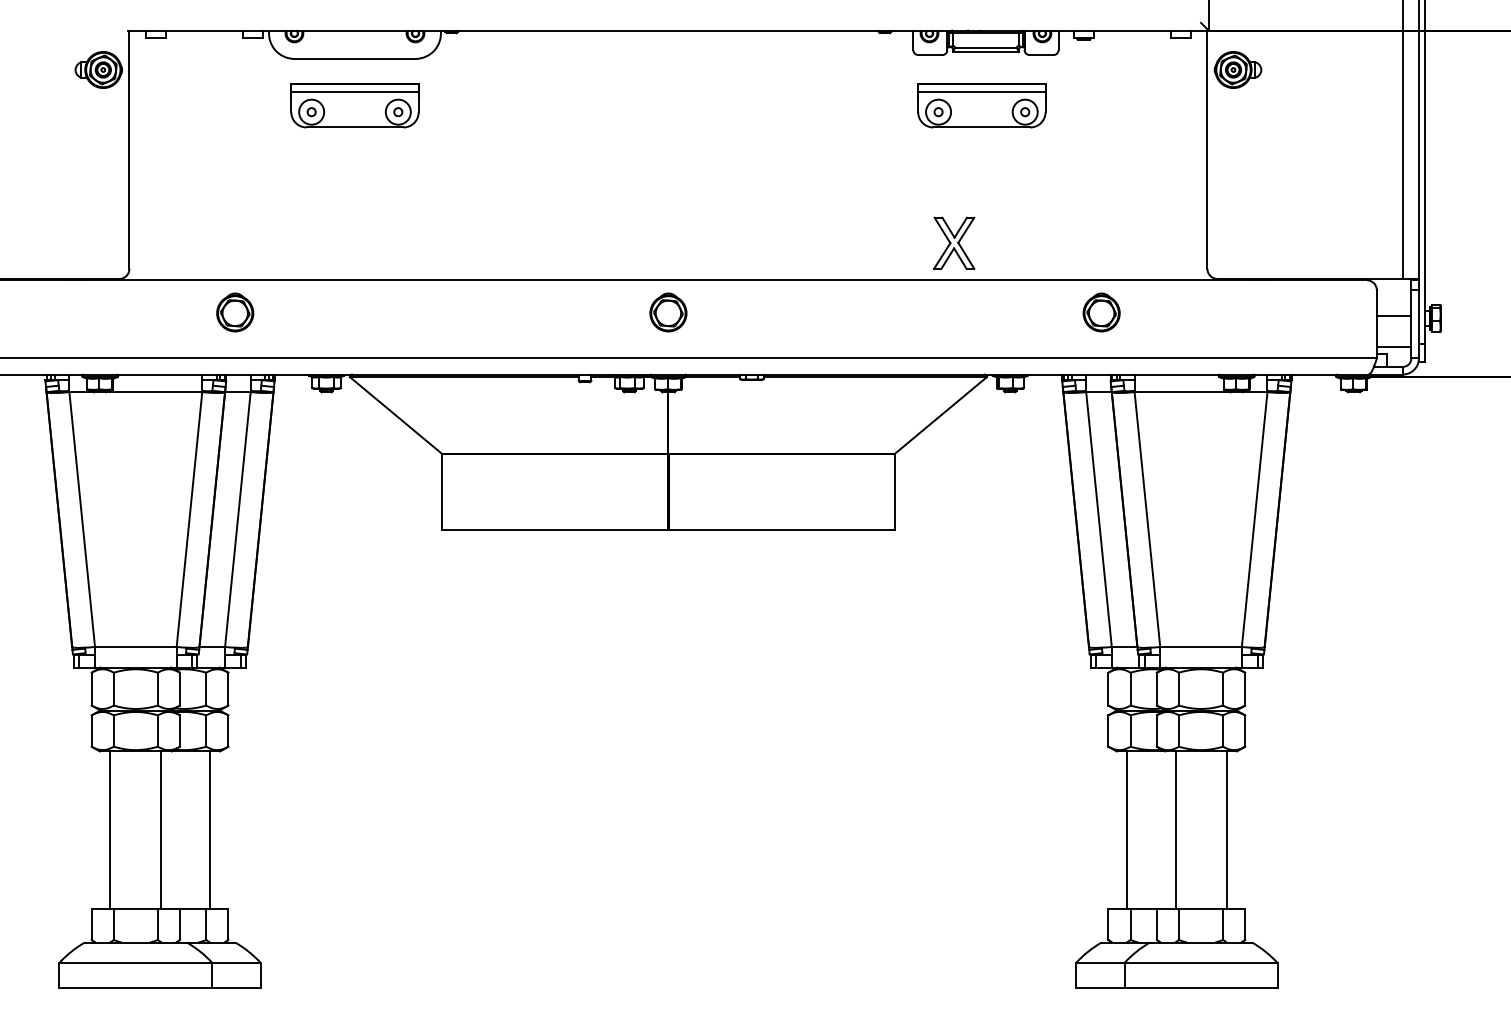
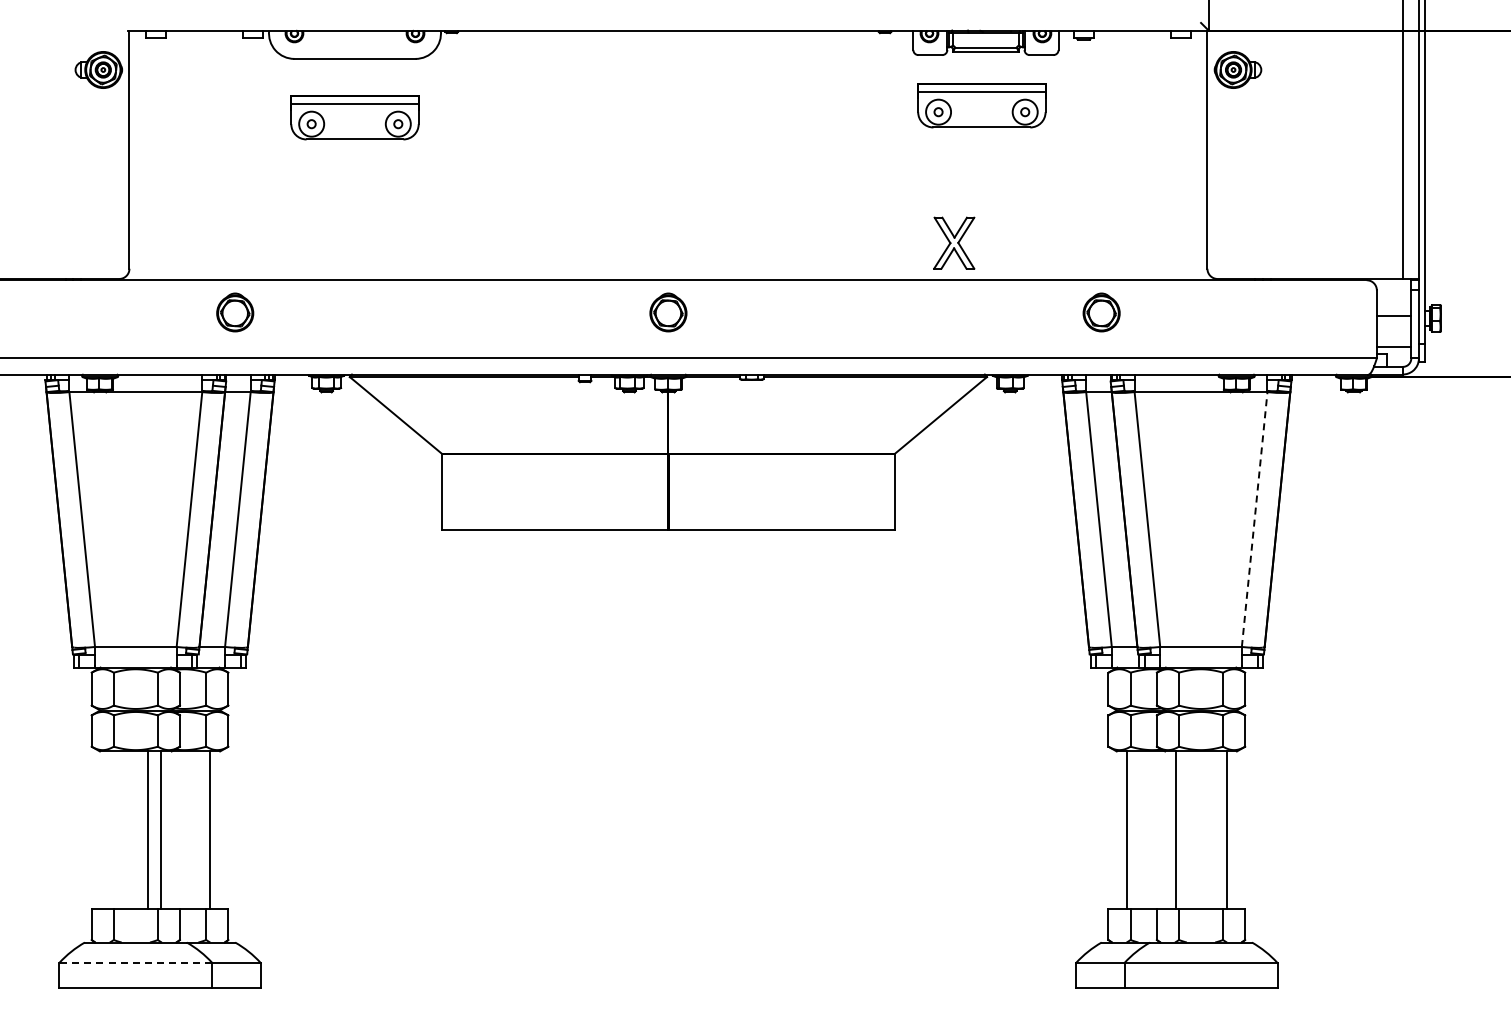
part at (354, 105) position: (354, 105) -> (354, 117)
line at (1254, 519): solid -> dashed
line at (110, 830) position: (110, 830) -> (148, 830)
line at (135, 962): solid -> dashed
